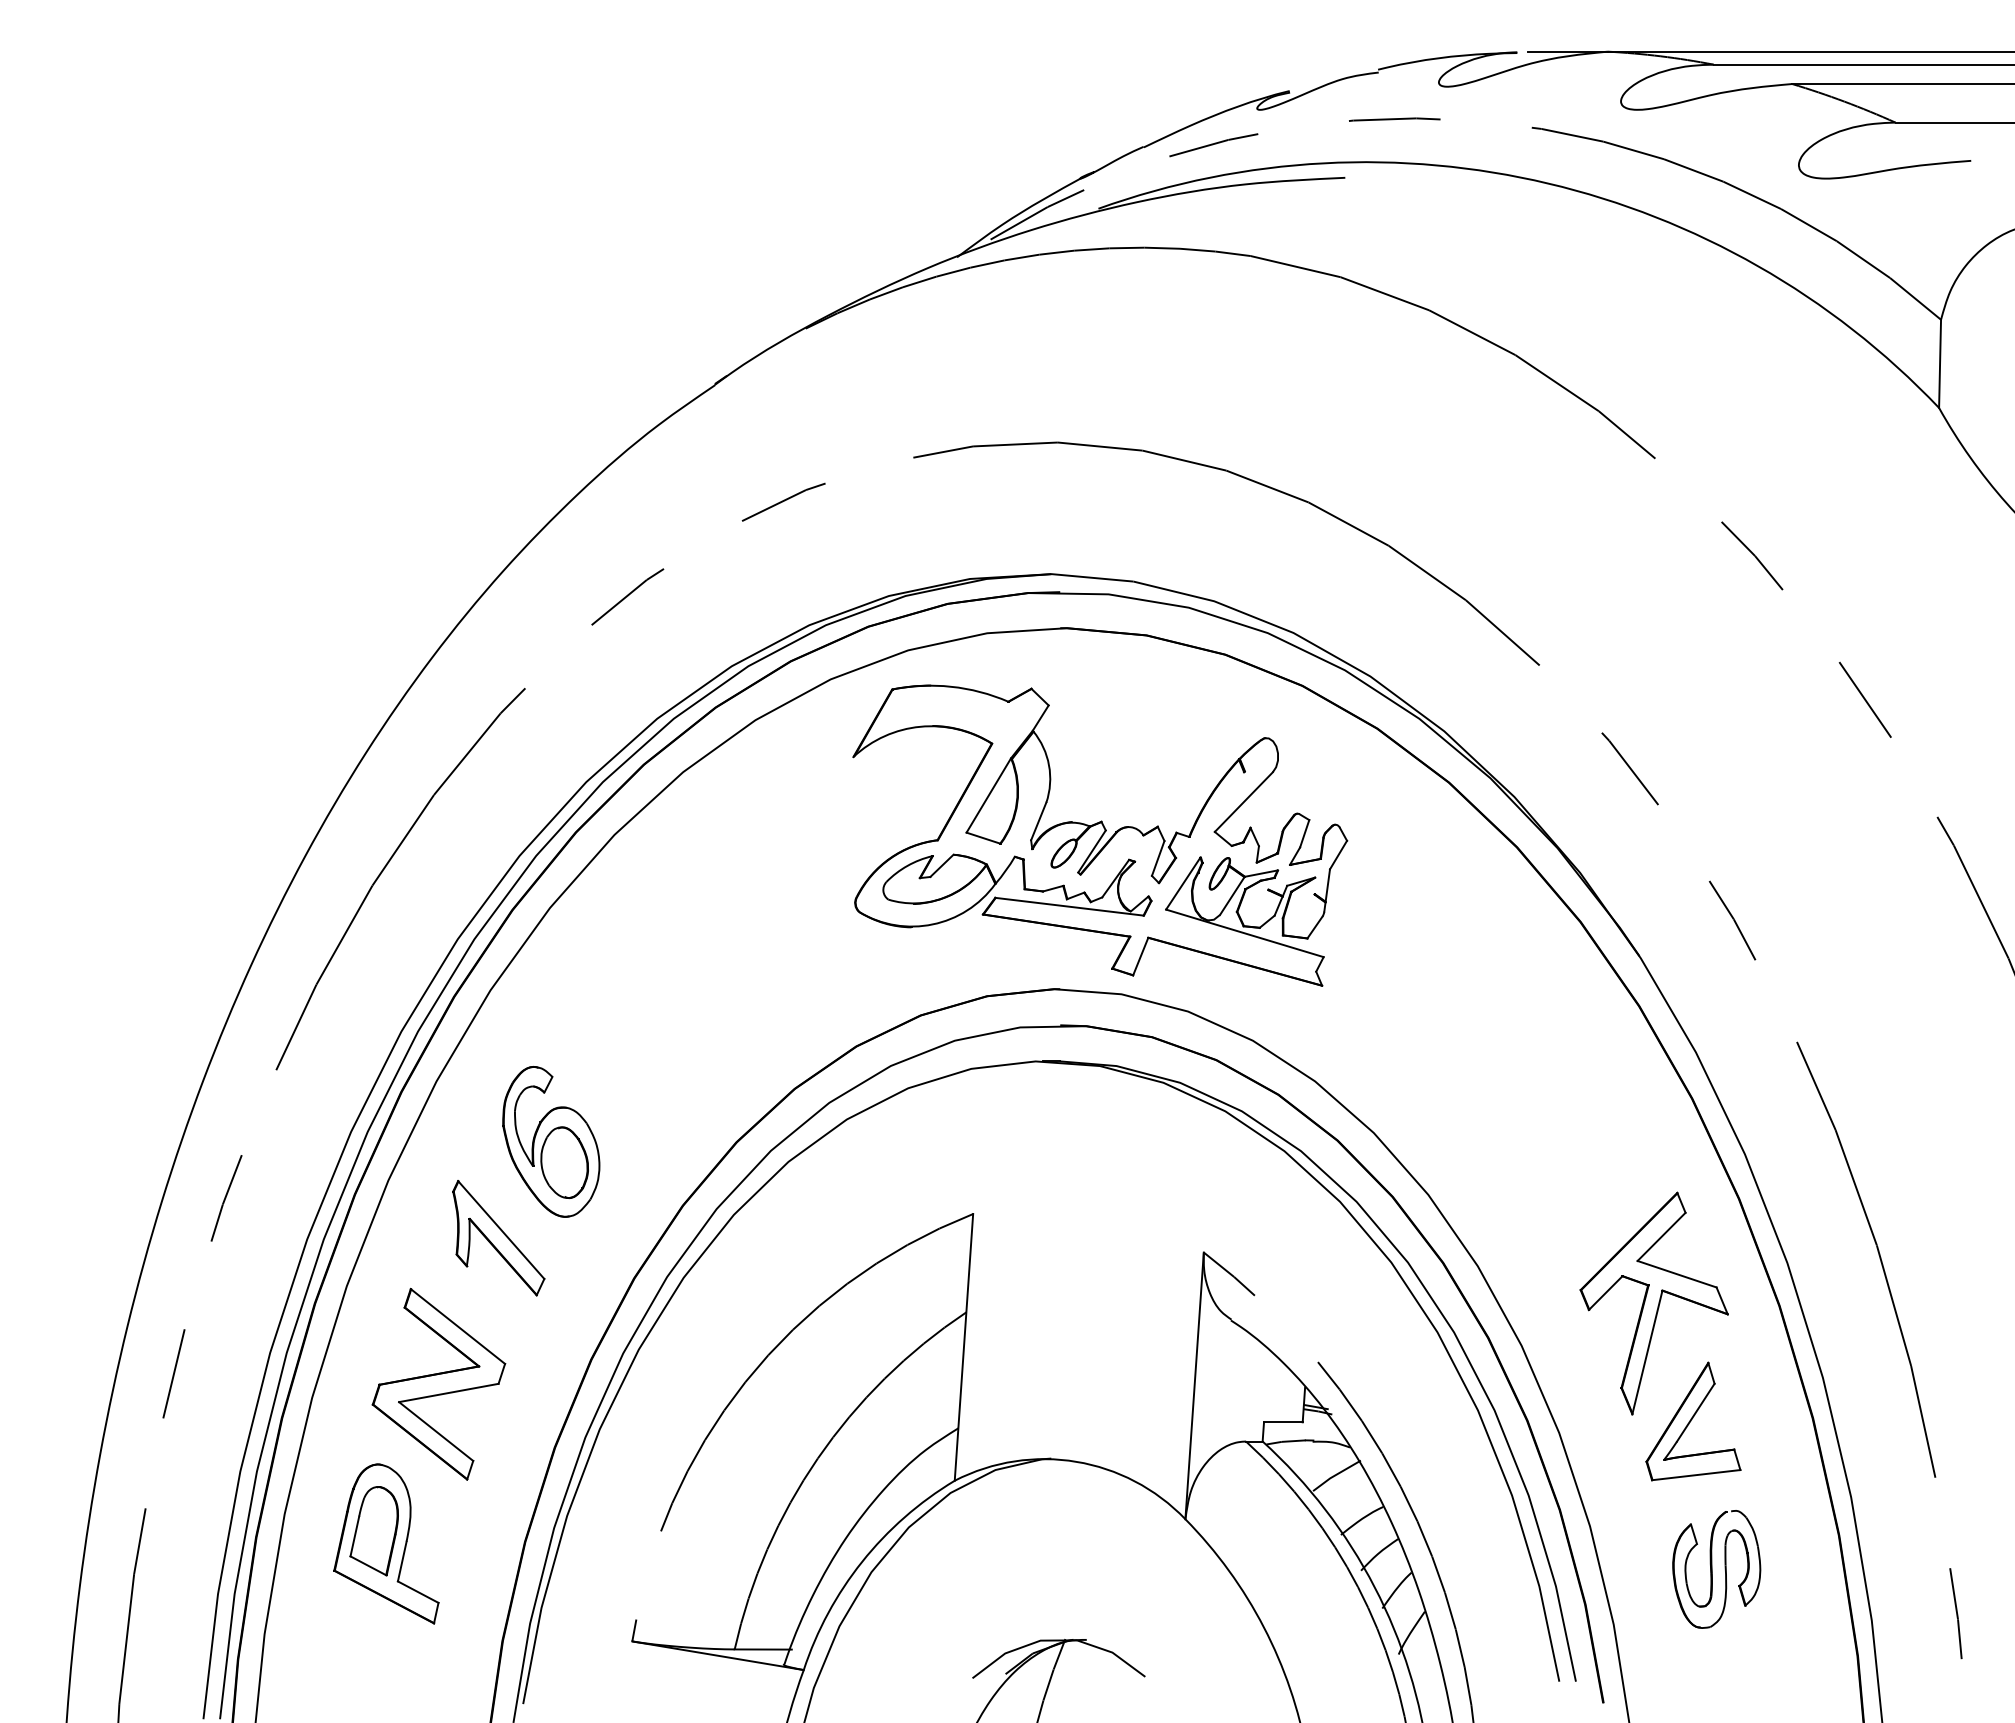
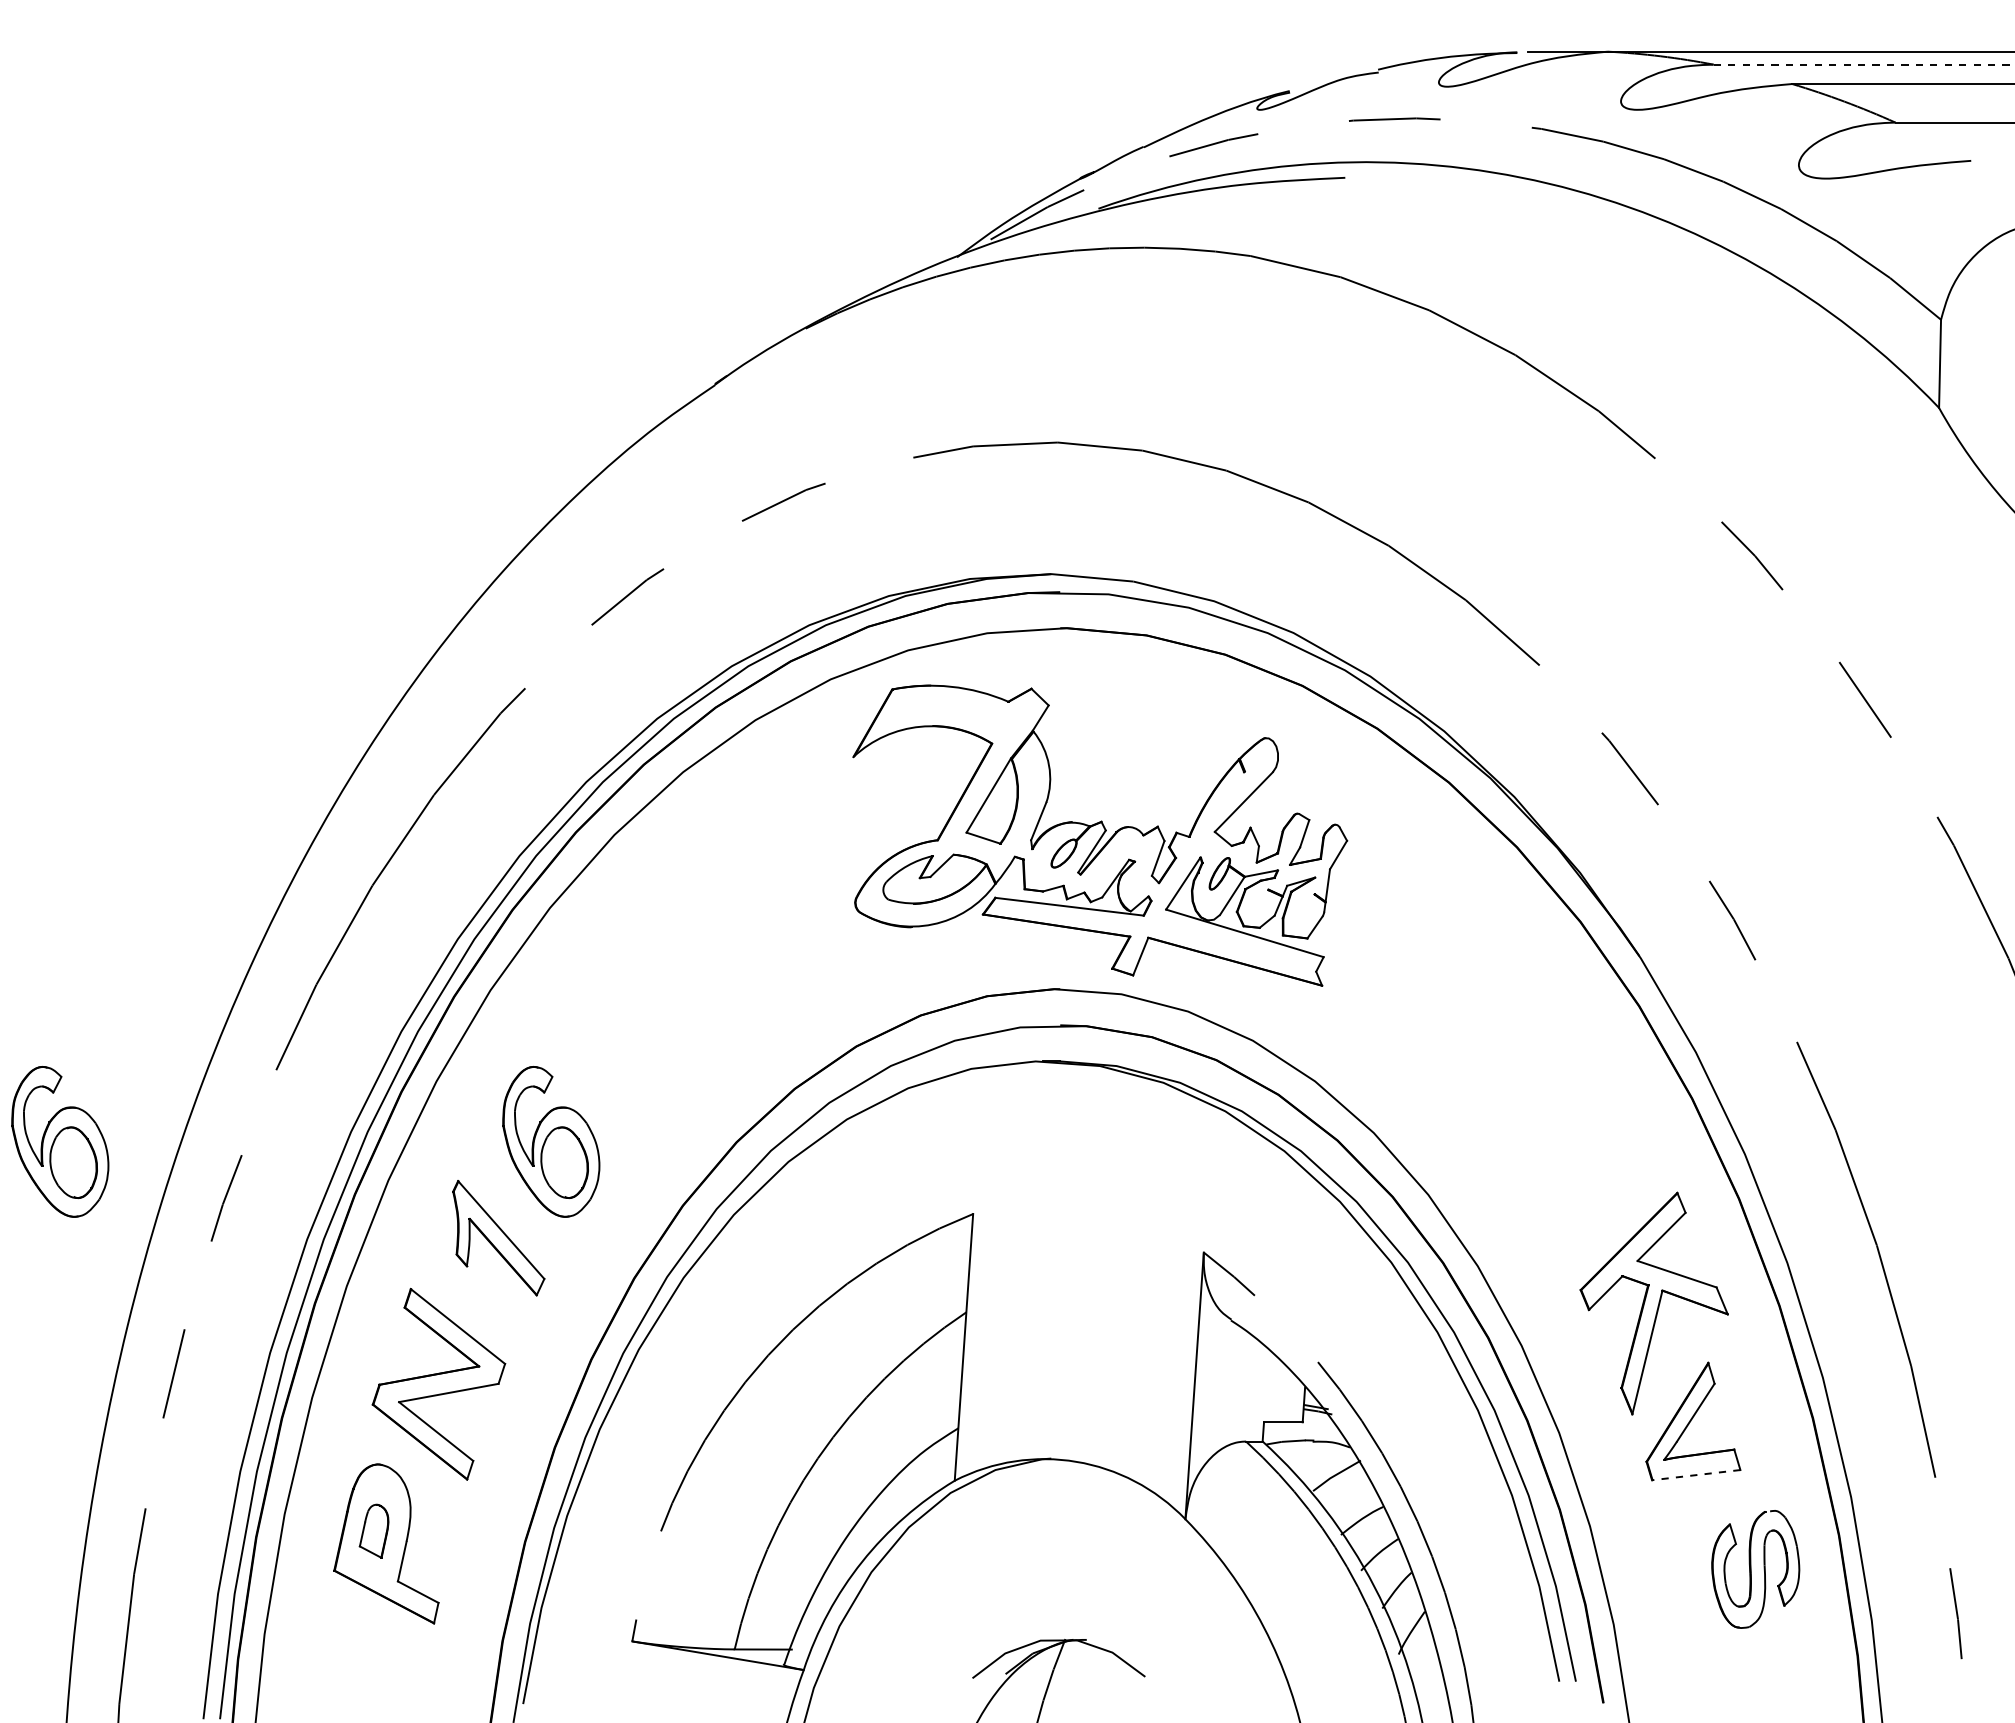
line at (1864, 64): solid -> dashed
part at (60, 1141): none -> present
line at (1695, 1475): solid -> dashed
part at (373, 1531) size: 50x91 px -> 32x56 px
part at (1716, 1569) position: (1716, 1569) -> (1755, 1569)
